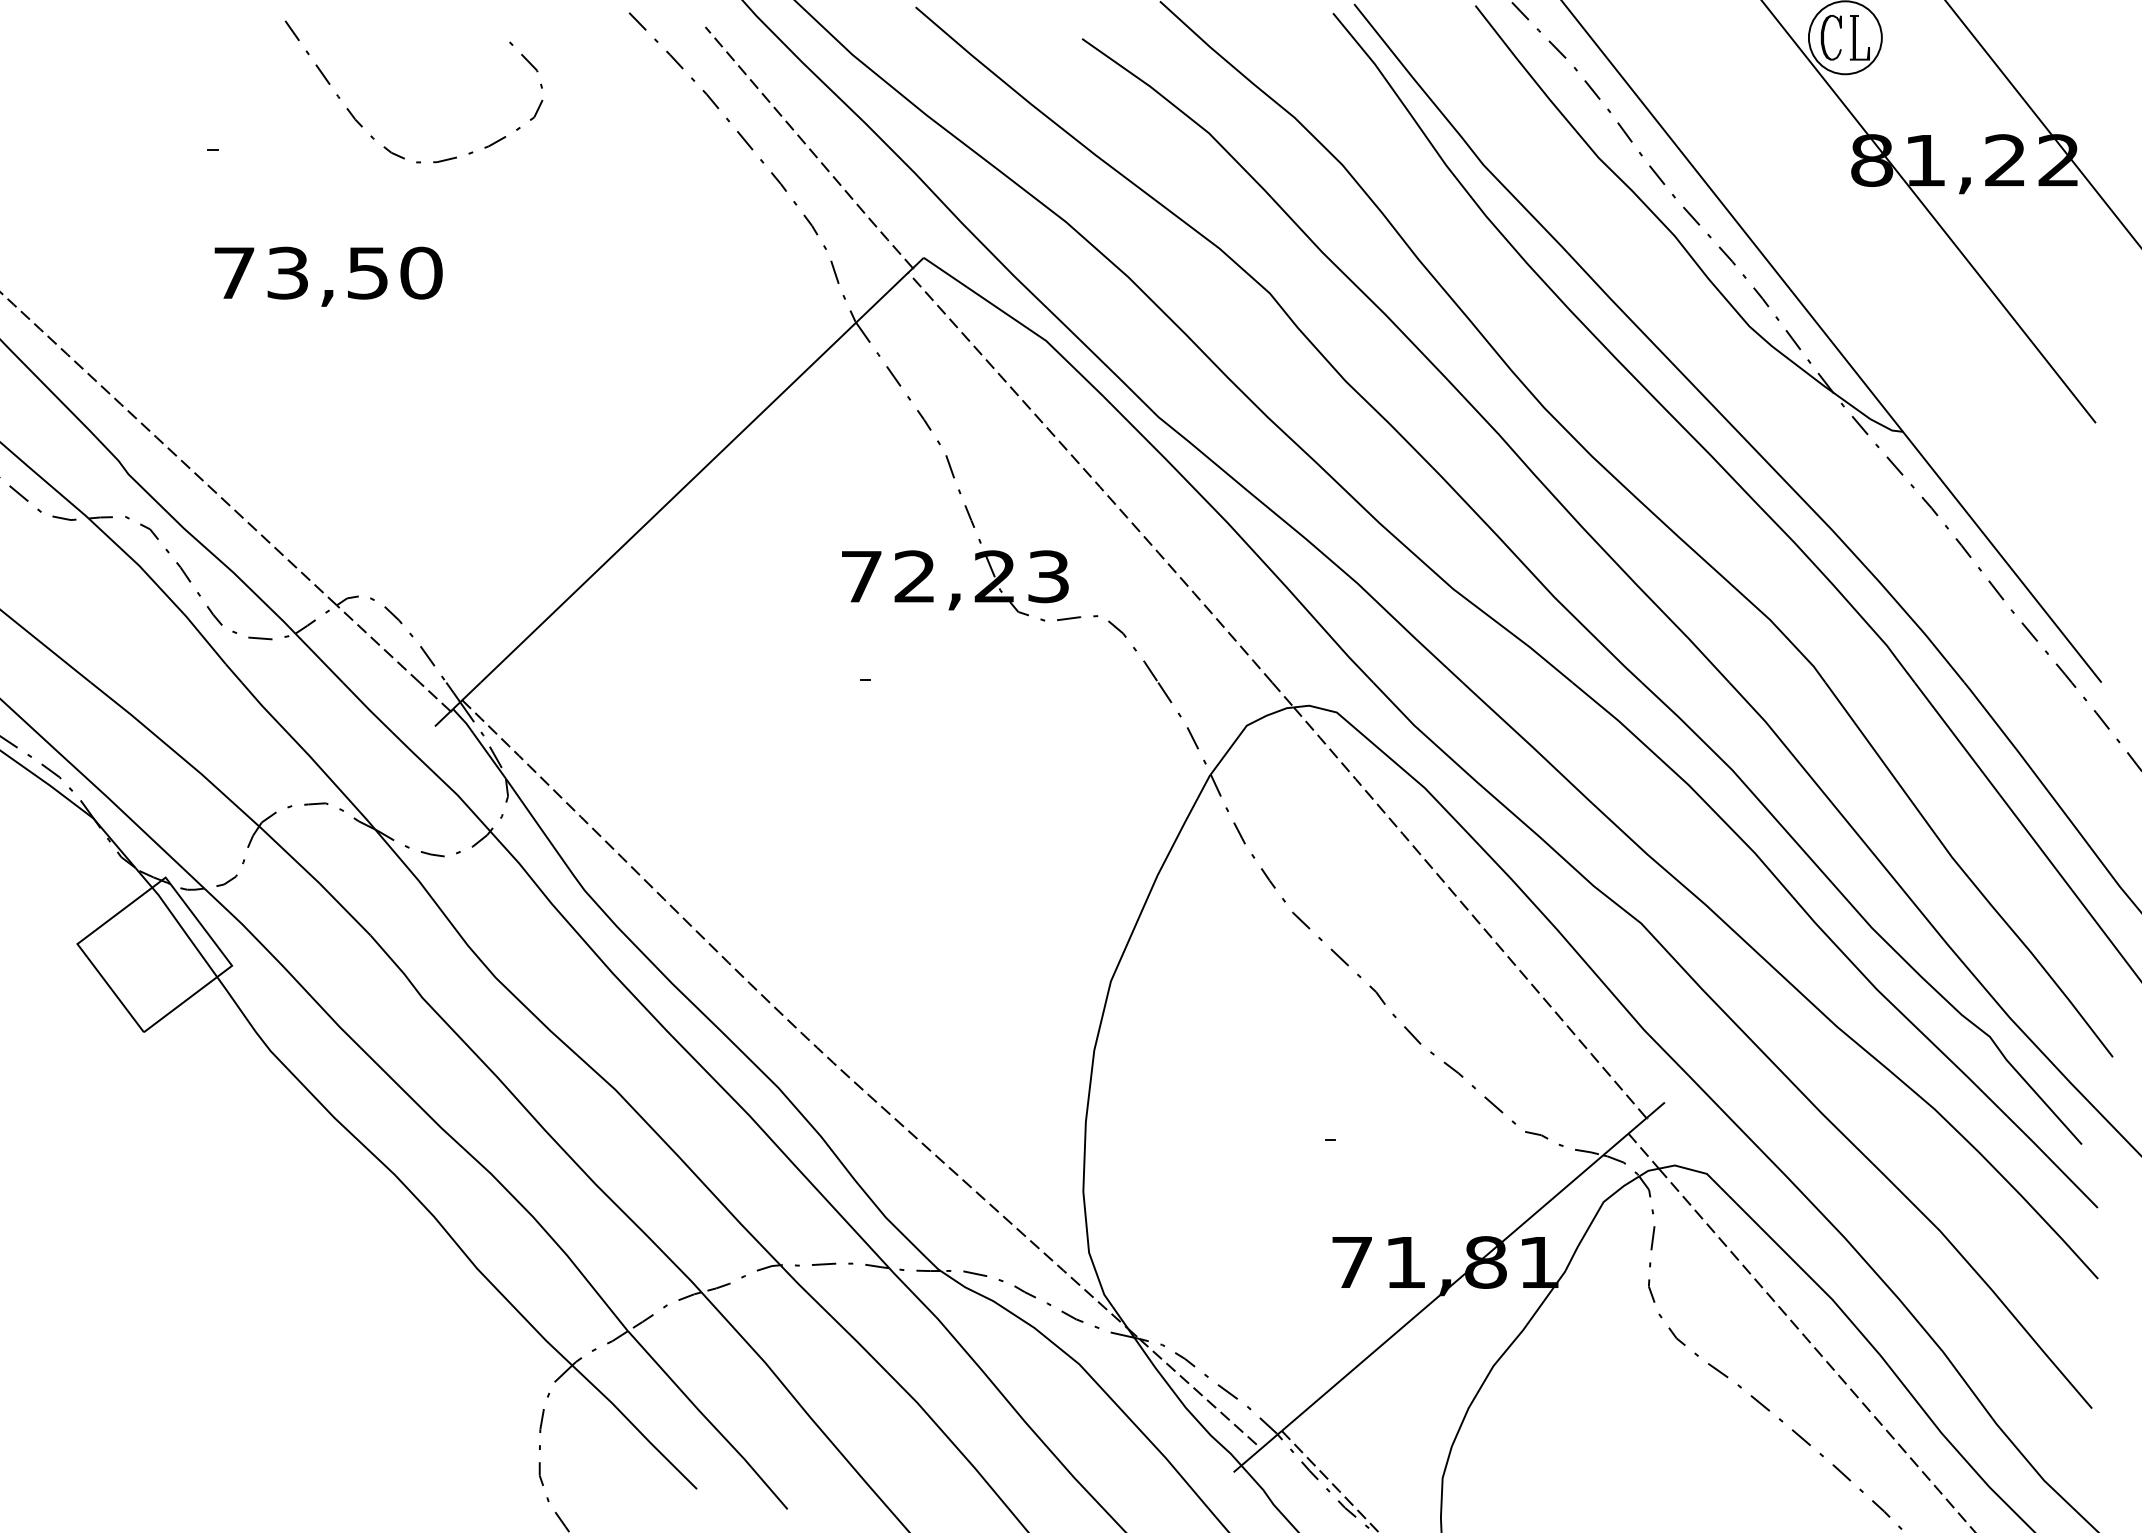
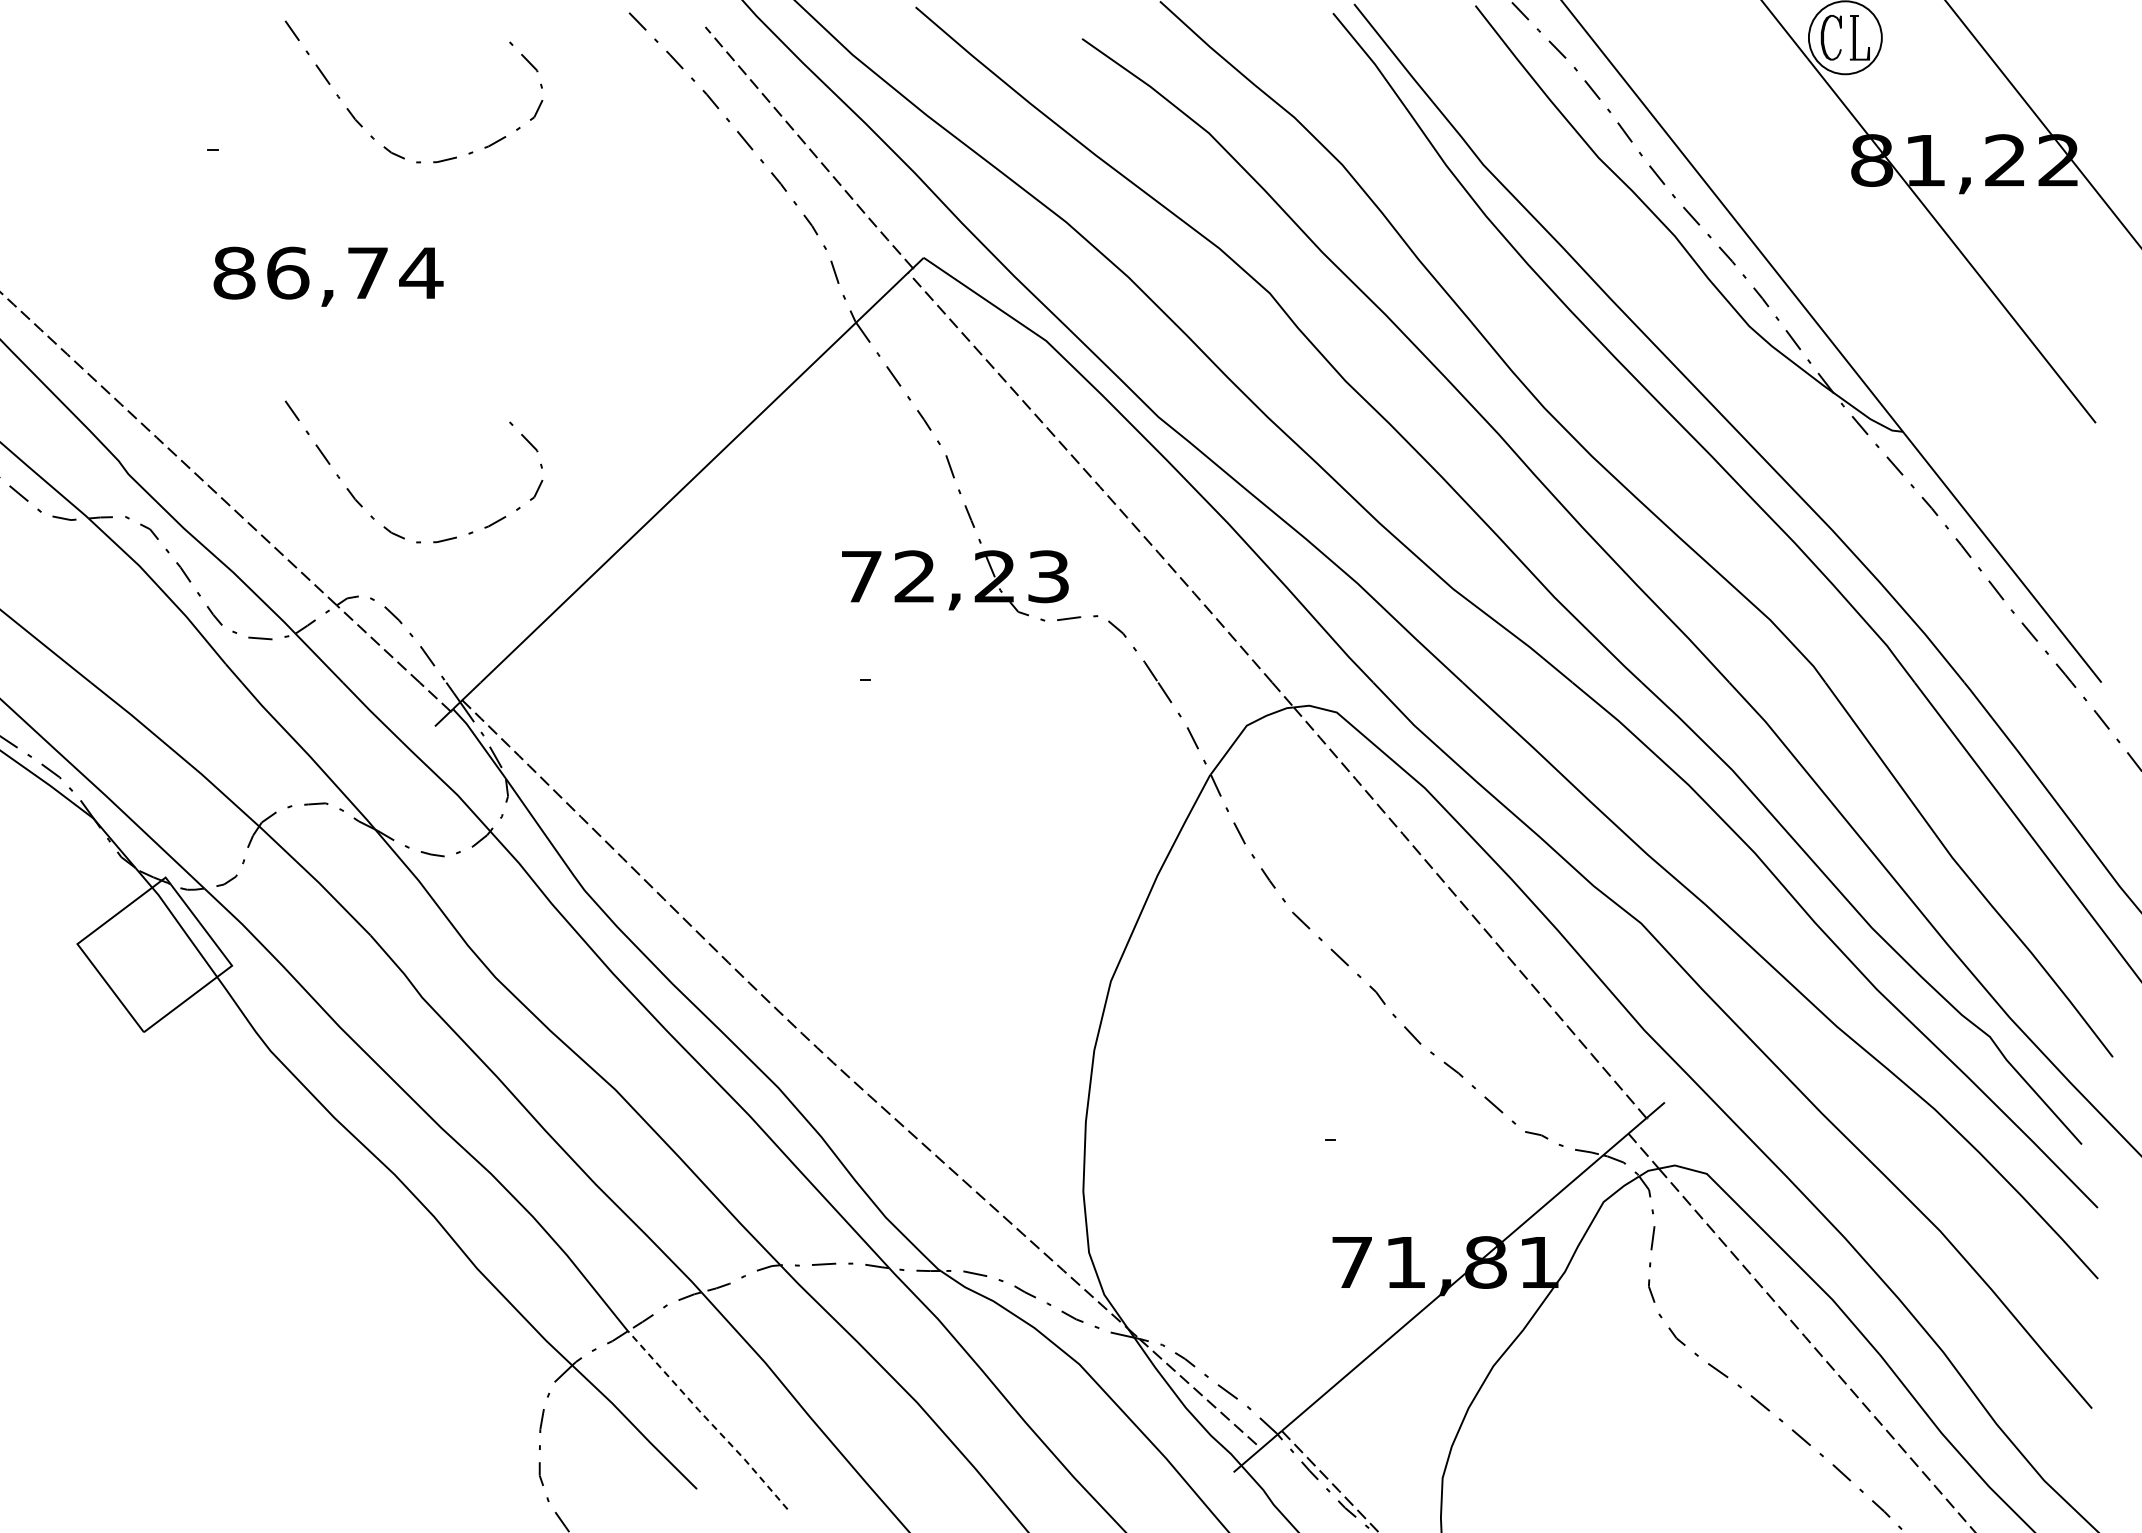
text at (328, 272): 73,50 -> 86,74
curve at (371, 515): none -> present
line at (707, 1419): solid -> dashed
